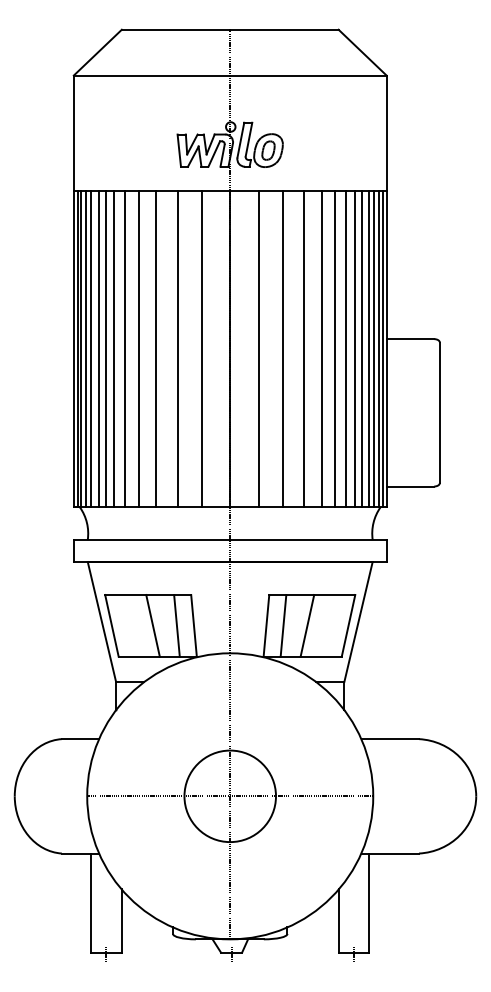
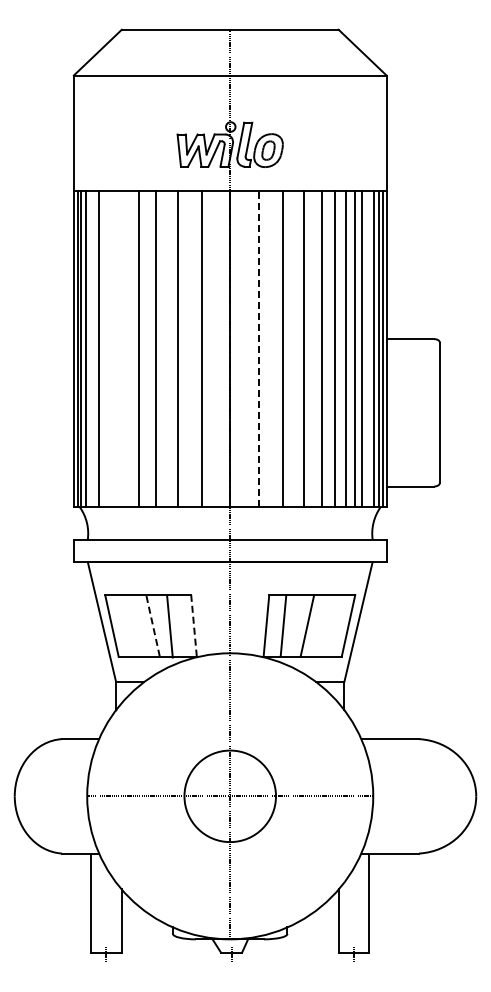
line at (91, 348): present -> none
line at (105, 348): present -> none
line at (114, 348): present -> none
line at (125, 348): present -> none
line at (258, 348): solid -> dashed
line at (368, 348): present -> none
line at (153, 625): solid -> dashed
line at (176, 625) position: (176, 625) -> (169, 626)
line at (194, 625): solid -> dashed
